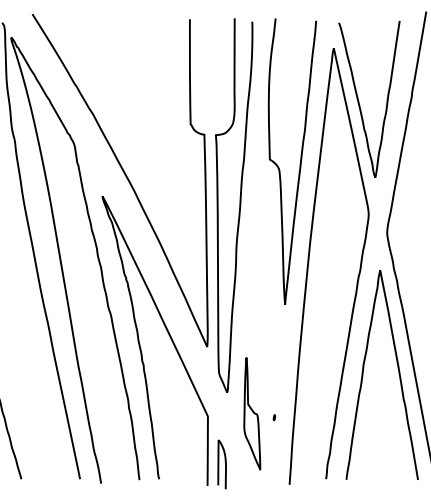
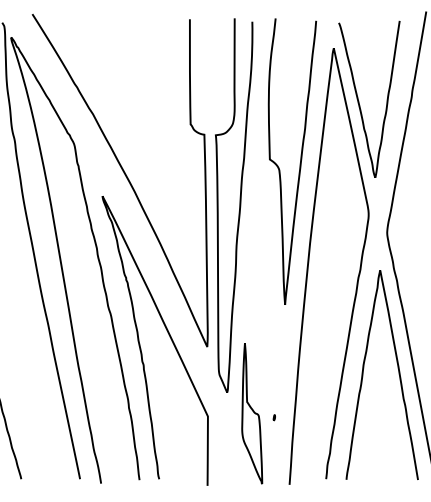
part at (252, 413) size: 19x114 px -> 23x142 px
curve at (219, 464): present -> none
